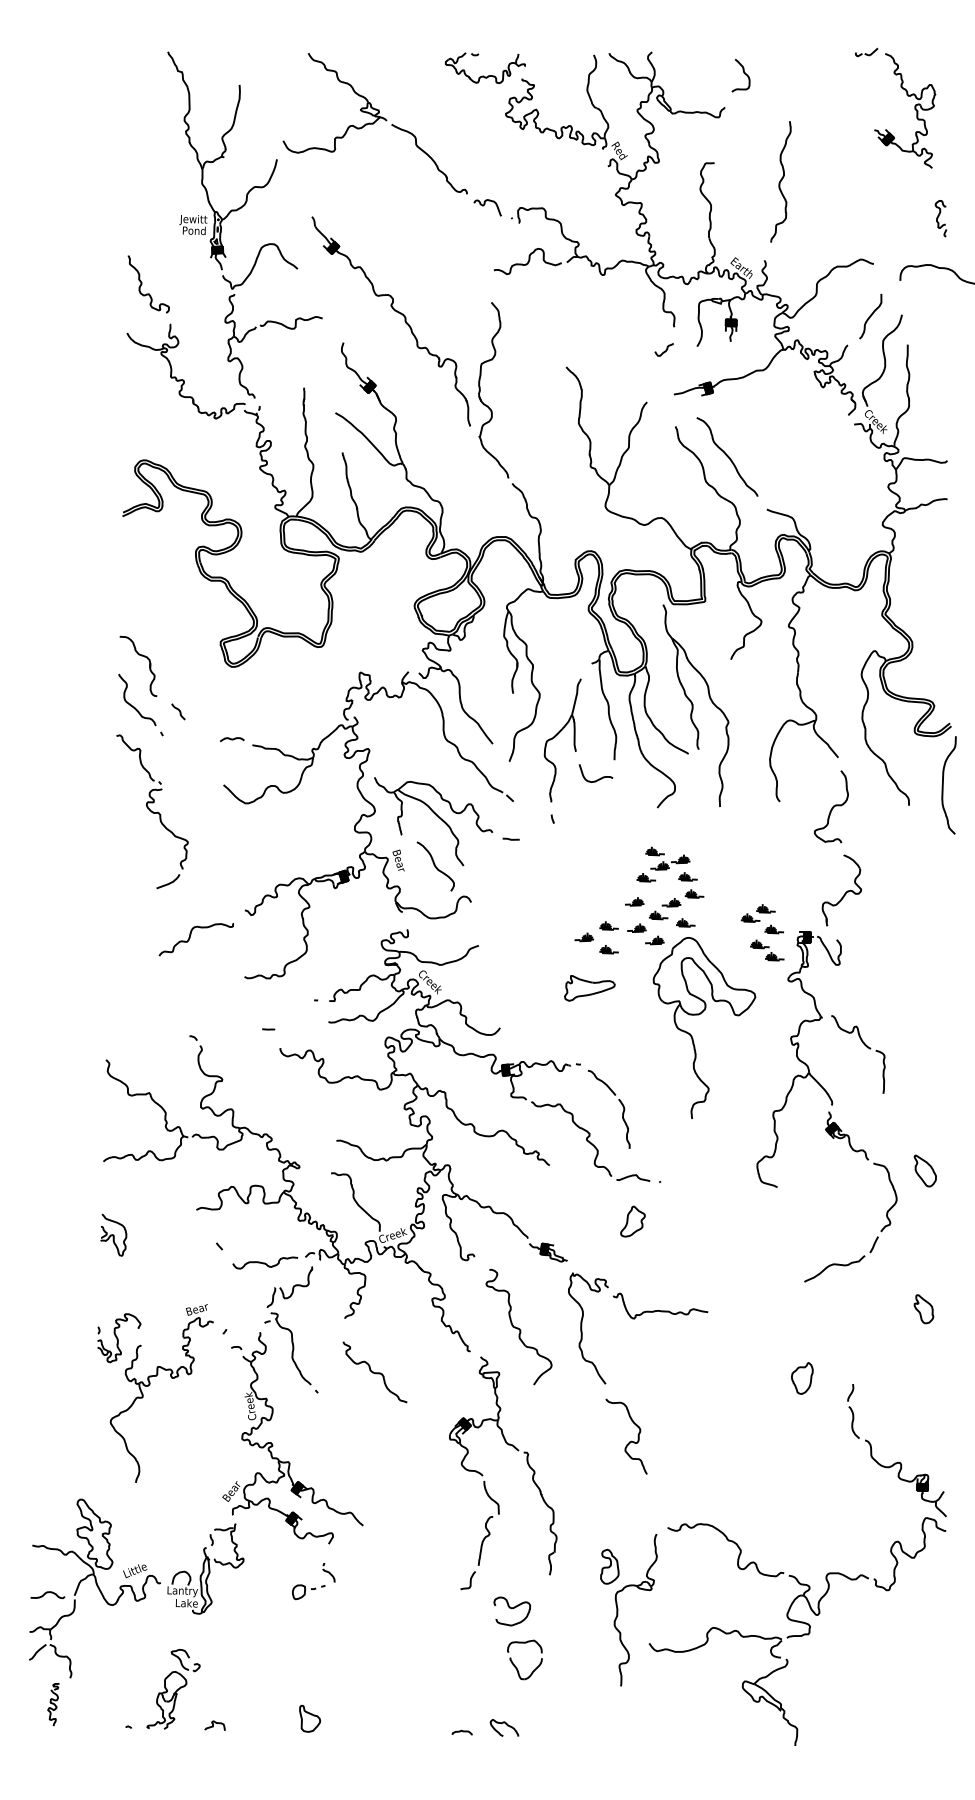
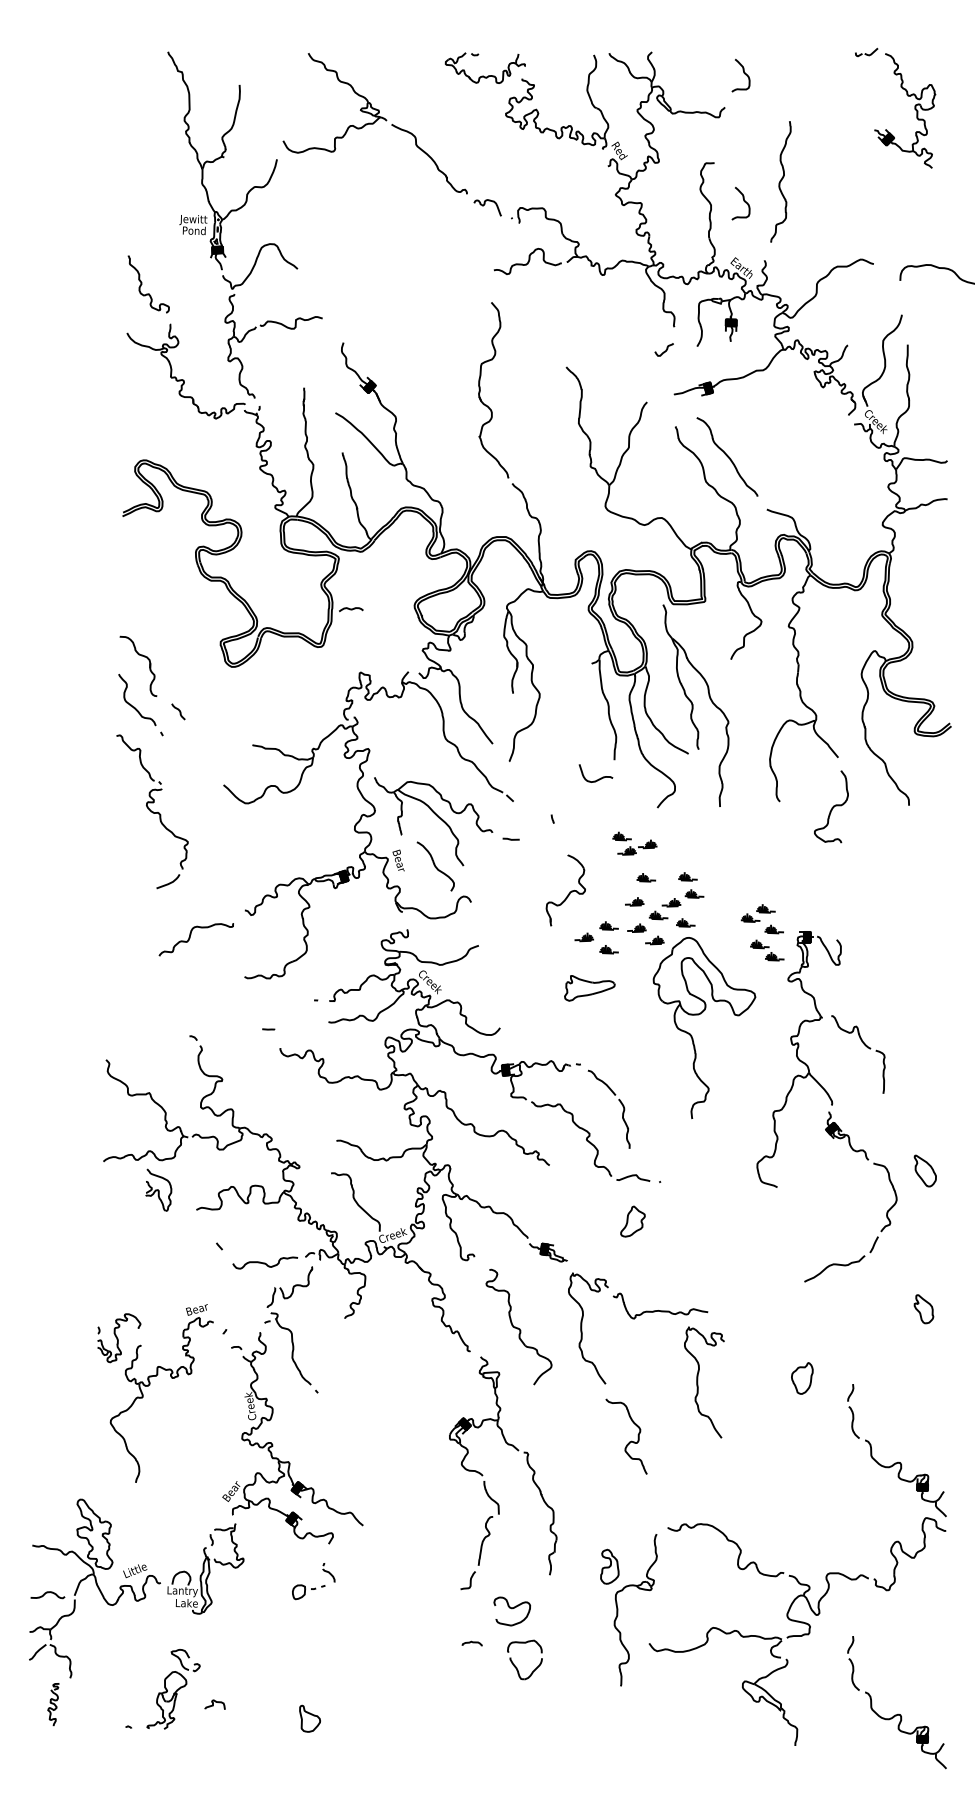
curve at (743, 201): none -> present
part at (940, 218): present -> none
part at (394, 311): present -> none
curve at (870, 316): present -> none
part at (557, 735): present -> none
curve at (232, 739) position: (232, 739) -> (351, 609)
curve at (943, 785): present -> none
part at (667, 858) position: (667, 858) -> (634, 843)
part at (841, 890) position: (841, 890) -> (565, 890)
part at (113, 1234) position: (113, 1234) -> (158, 1189)
curve at (374, 1372): present -> none
part at (704, 1382): none -> present
part at (898, 1713): none -> present
curve at (213, 1725) position: (213, 1725) -> (213, 1704)
curve at (506, 1725): present -> none
curve at (461, 1731) position: (461, 1731) -> (471, 1642)
